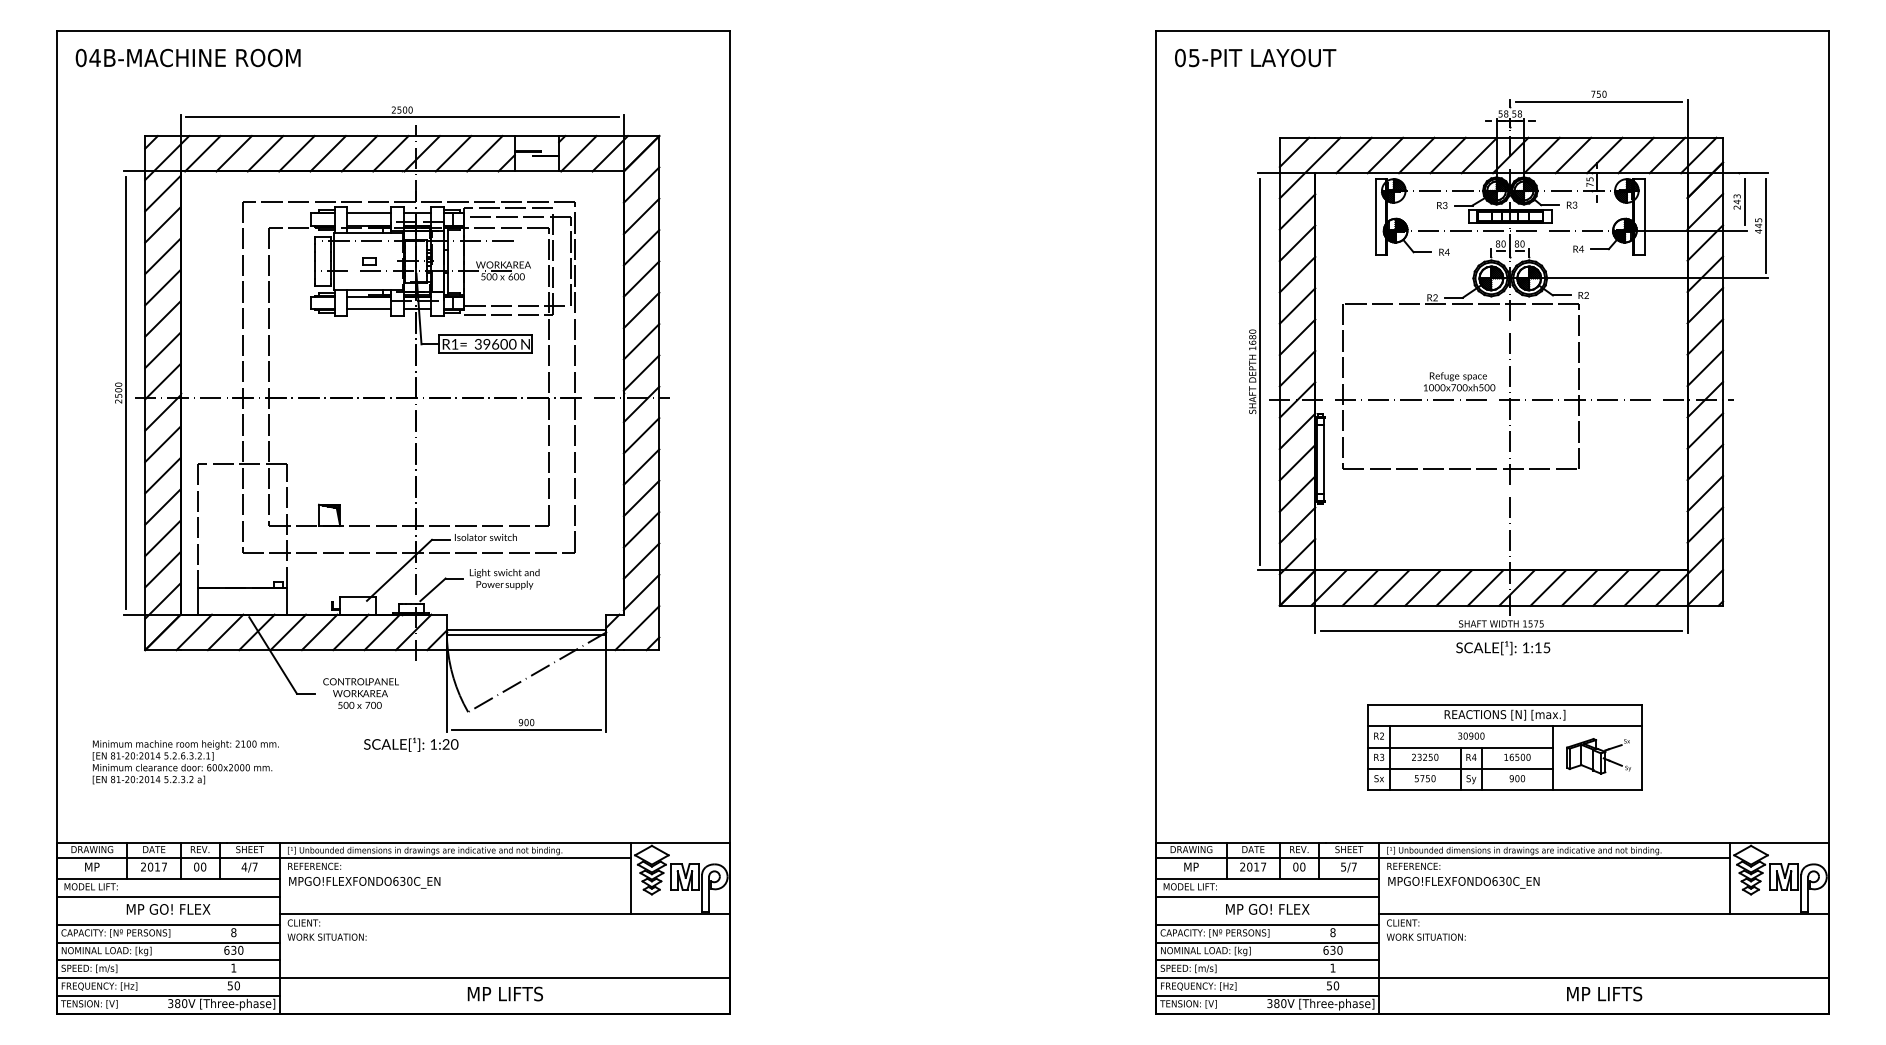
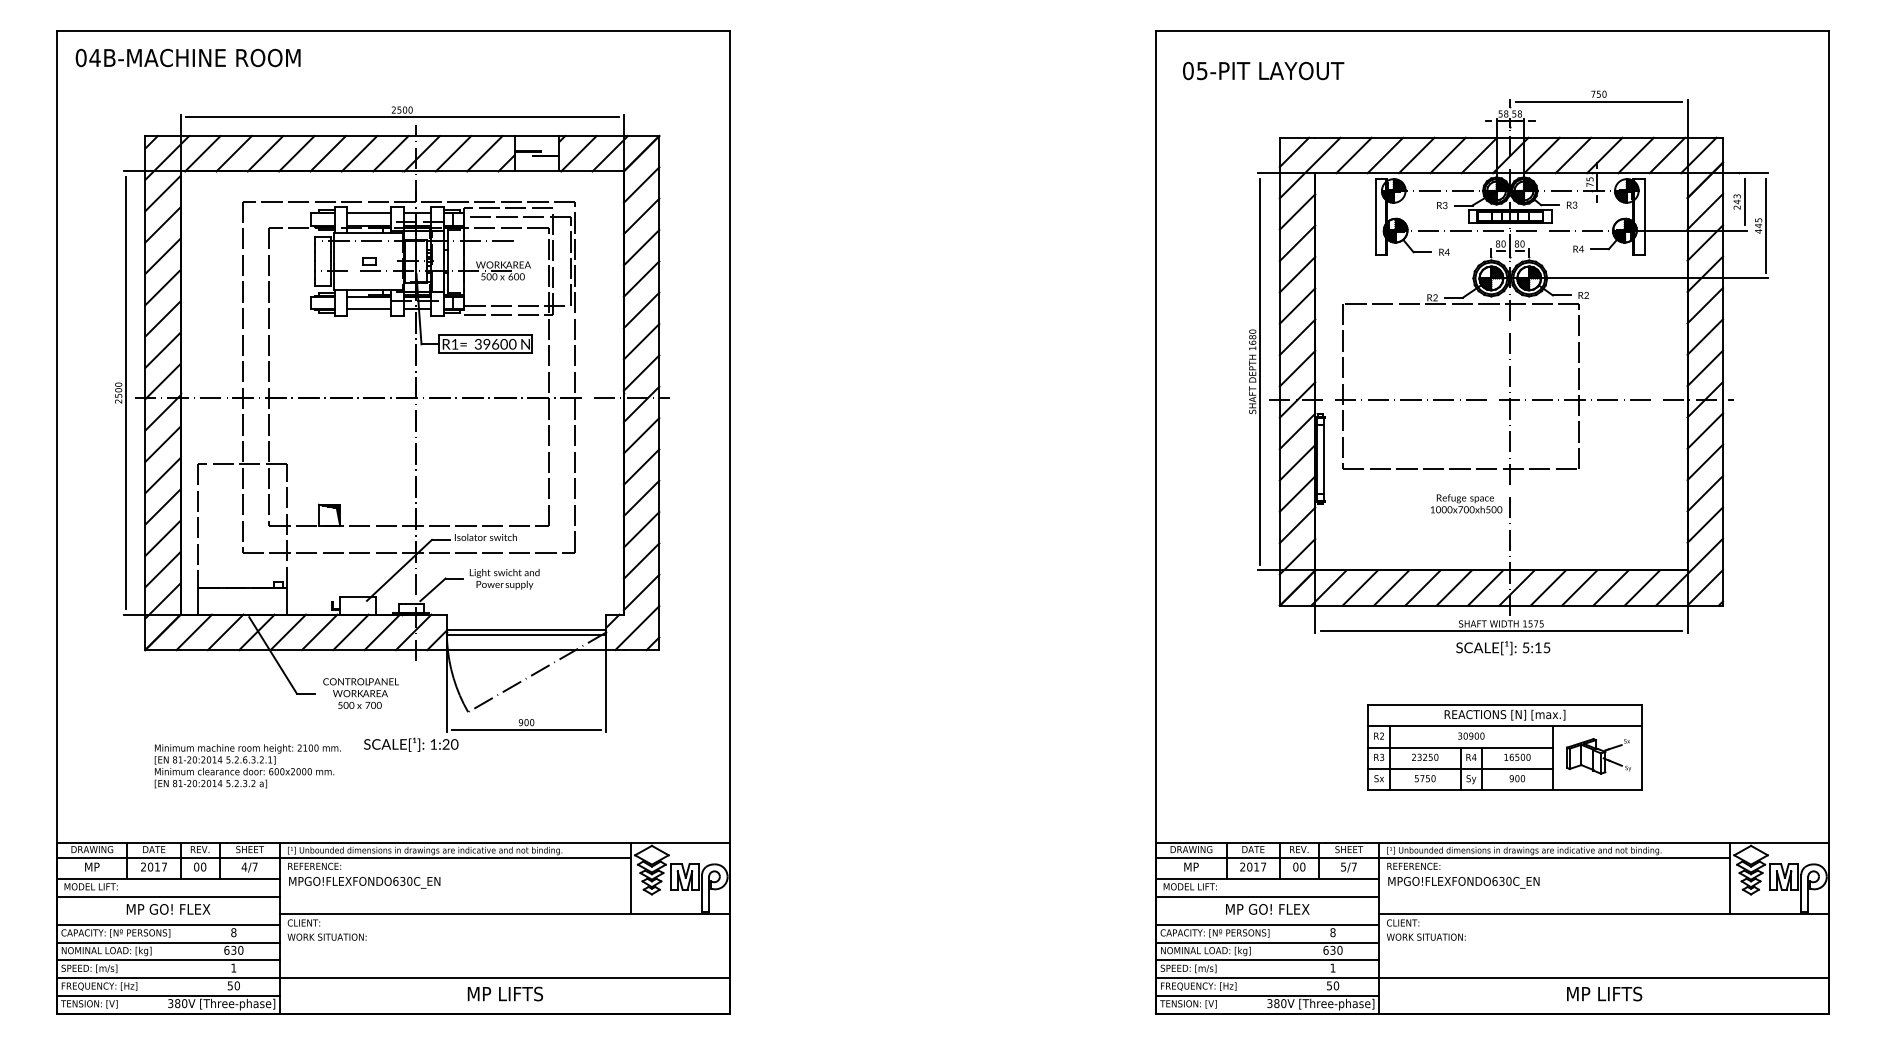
text at (1255, 57) position: (1255, 57) -> (1263, 70)
text at (1459, 381) position: (1459, 381) -> (1466, 503)
text at (1525, 647): 1:15 -> 5:15
text at (185, 762) position: (185, 762) -> (247, 766)
